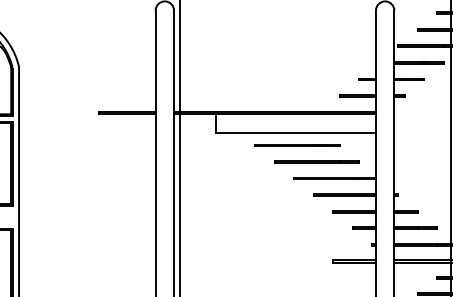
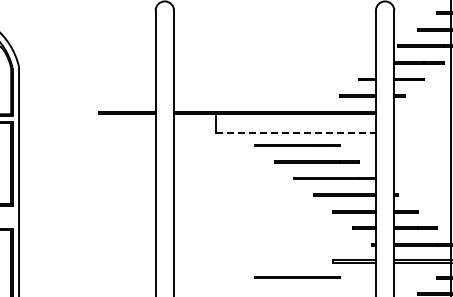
line at (296, 132): solid -> dashed
line at (179, 147): present -> none
line at (297, 277): none -> present
